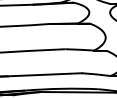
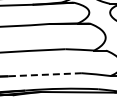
line at (45, 74): solid -> dashed
